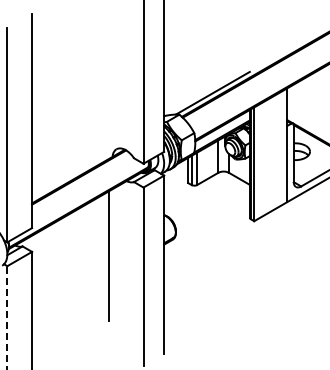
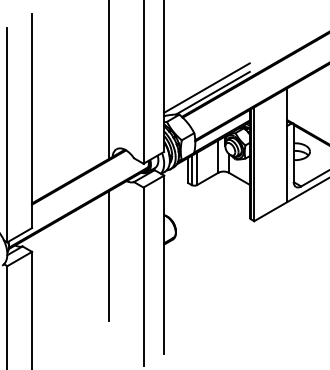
line at (108, 80): none -> present
line at (206, 87): none -> present
line at (7, 318): dashed -> solid
